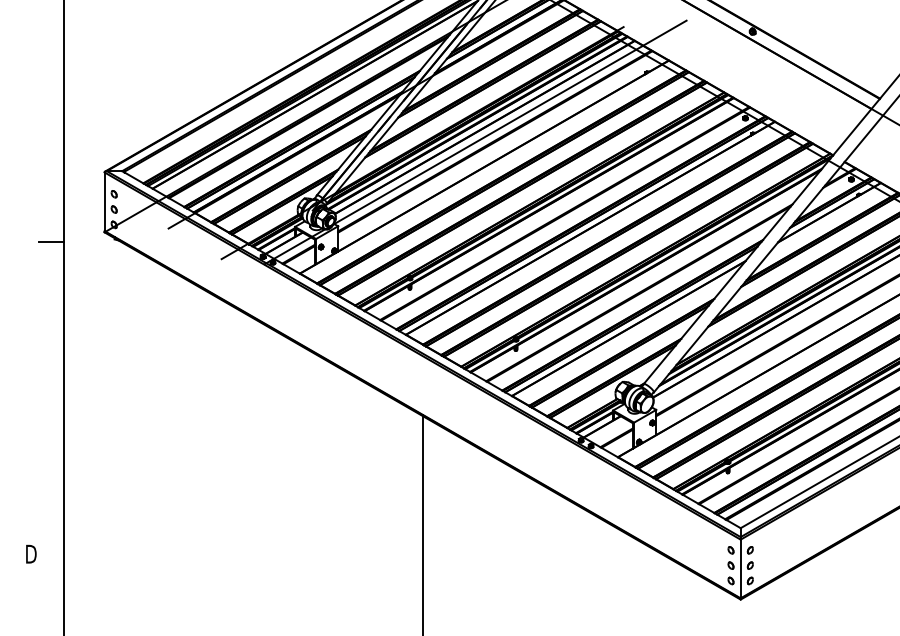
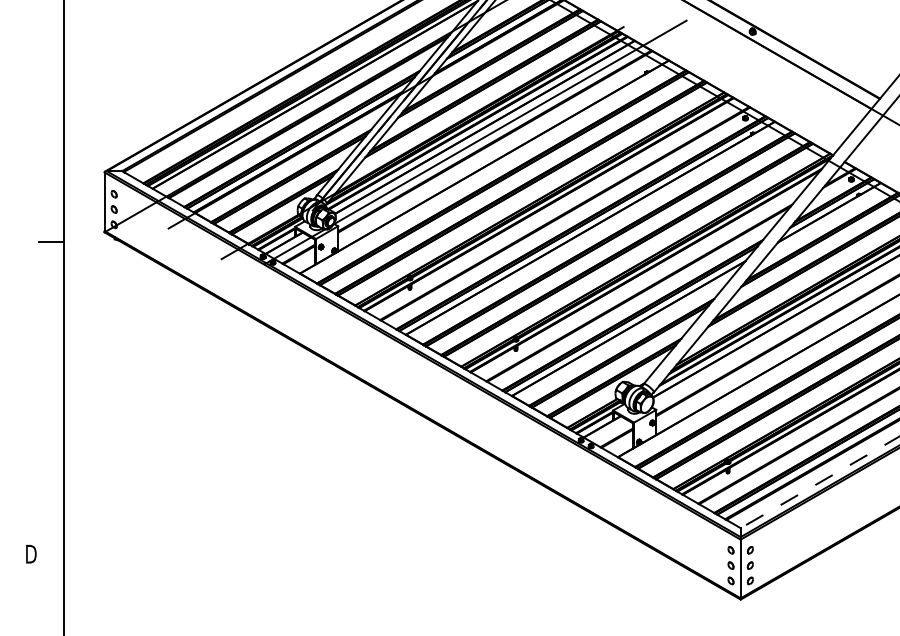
line at (820, 482): solid -> dashed
line at (422, 523): present -> none
